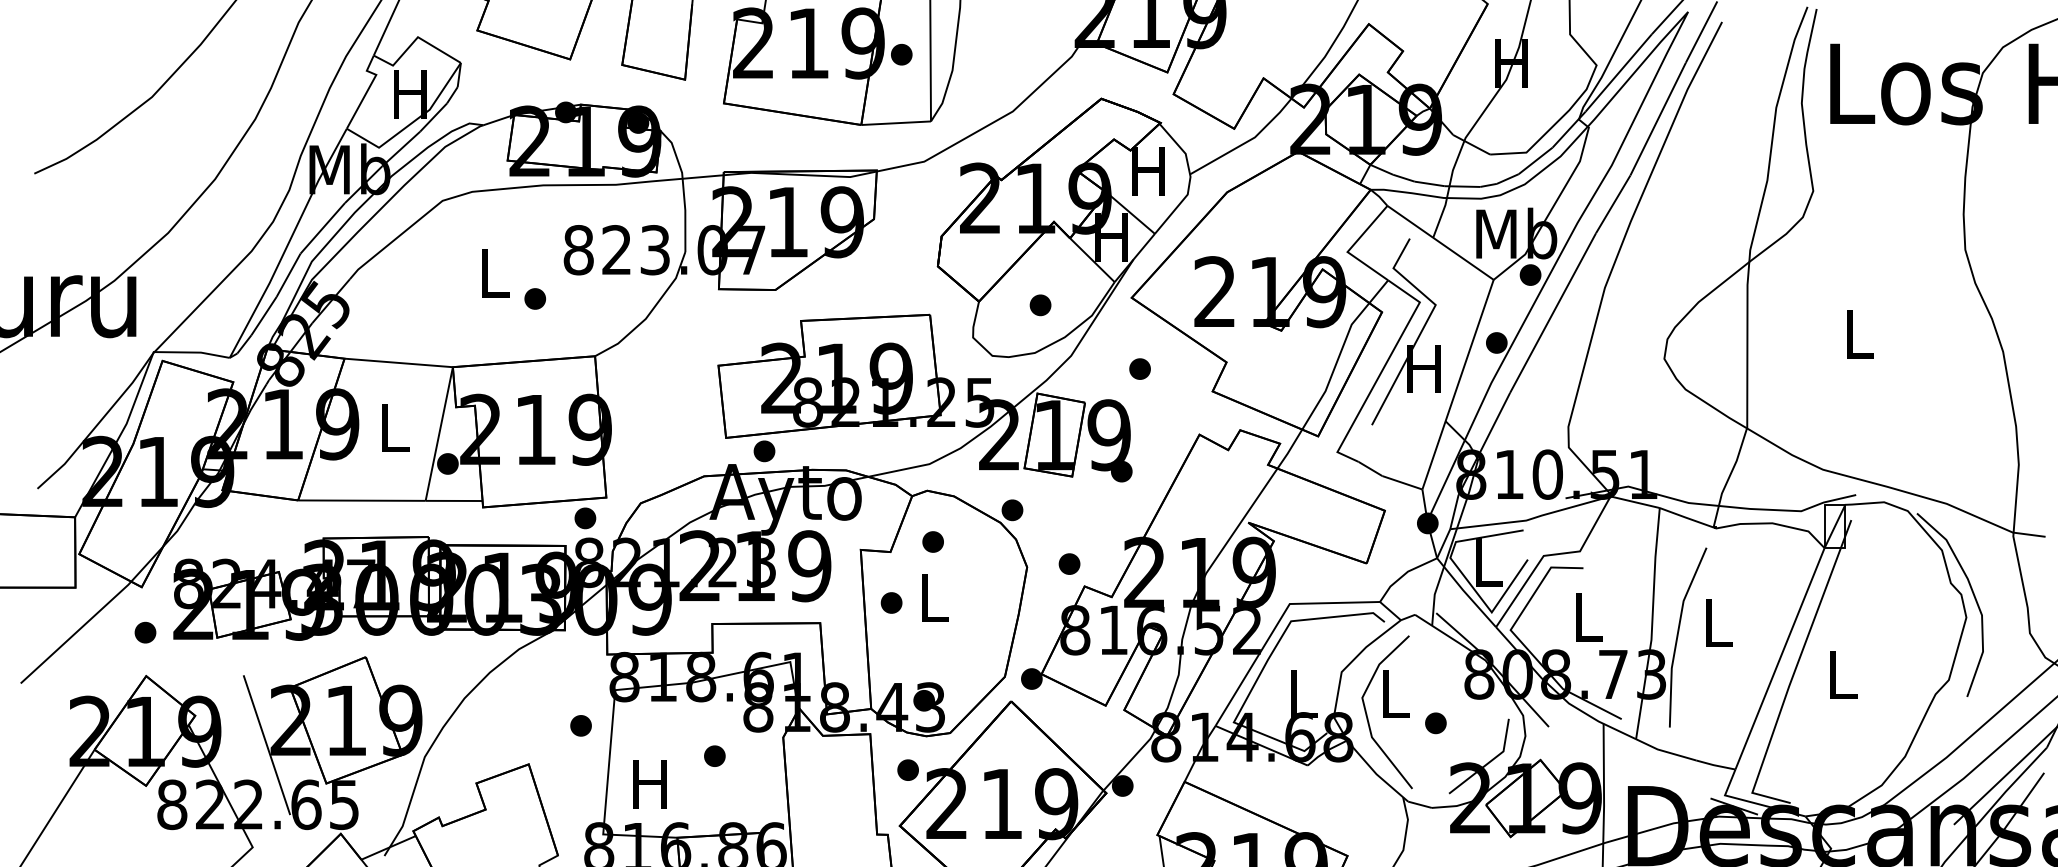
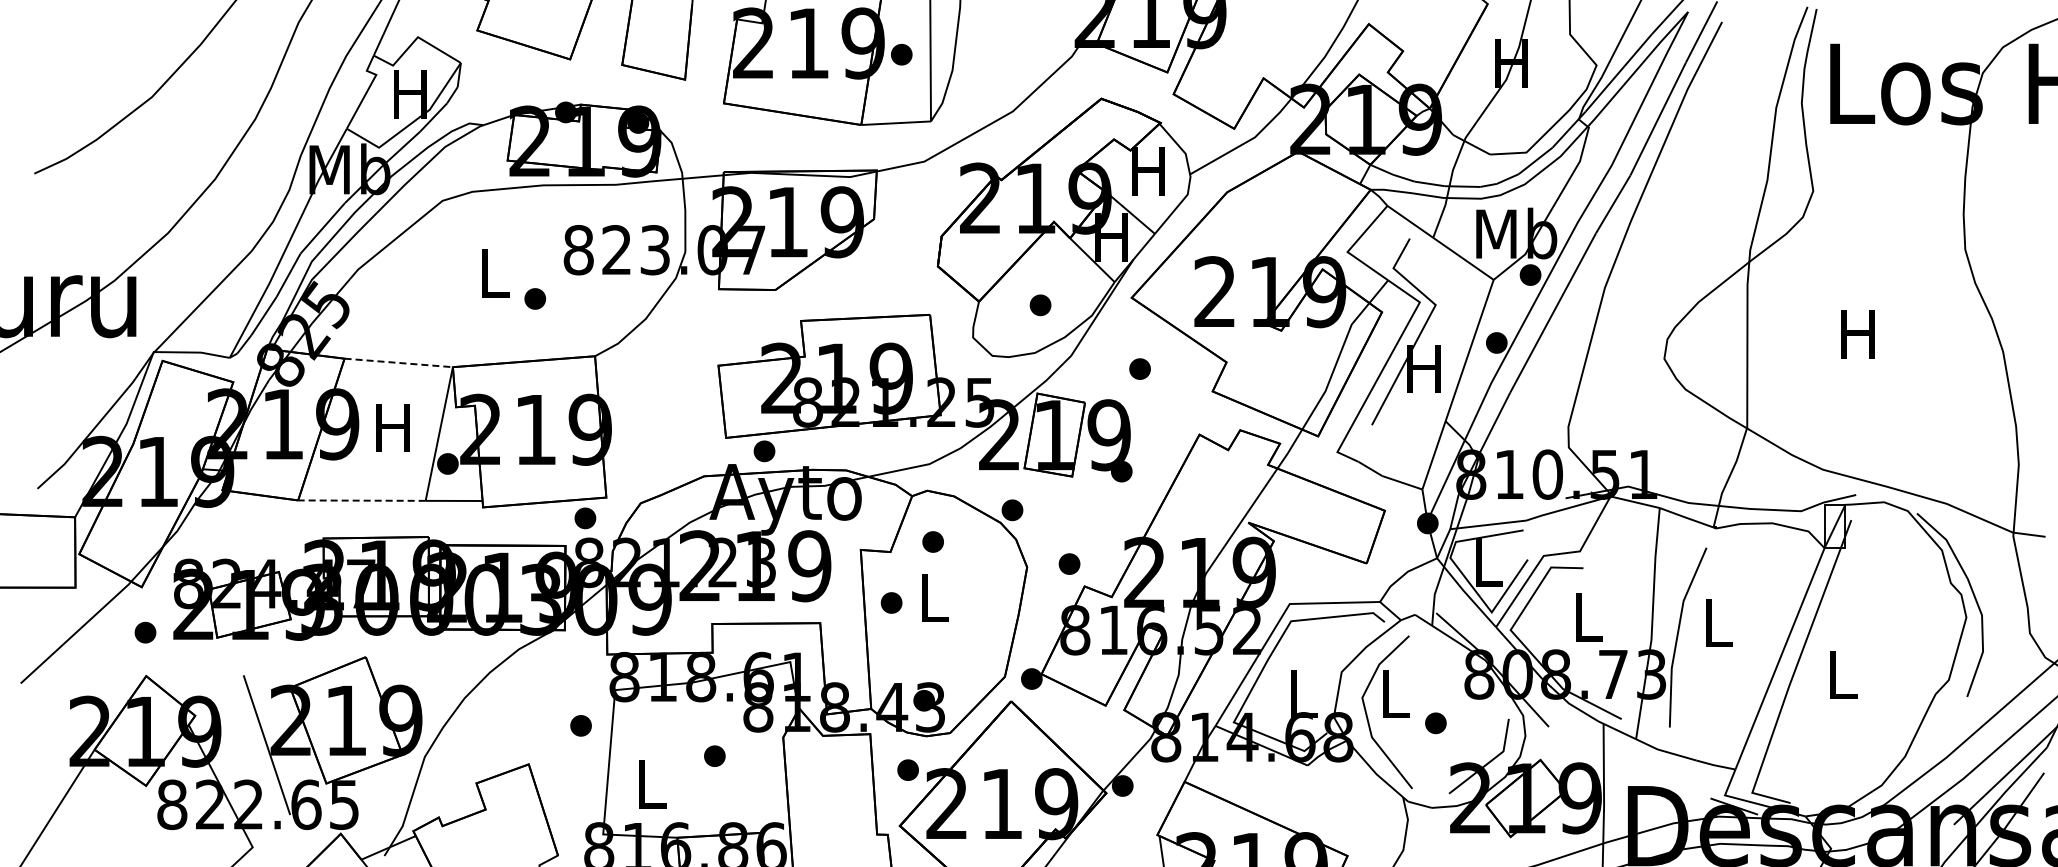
text at (1857, 334): L -> H
line at (399, 362): solid -> dashed
text at (392, 427): L -> H
line at (361, 500): solid -> dashed
text at (649, 784): H -> L
